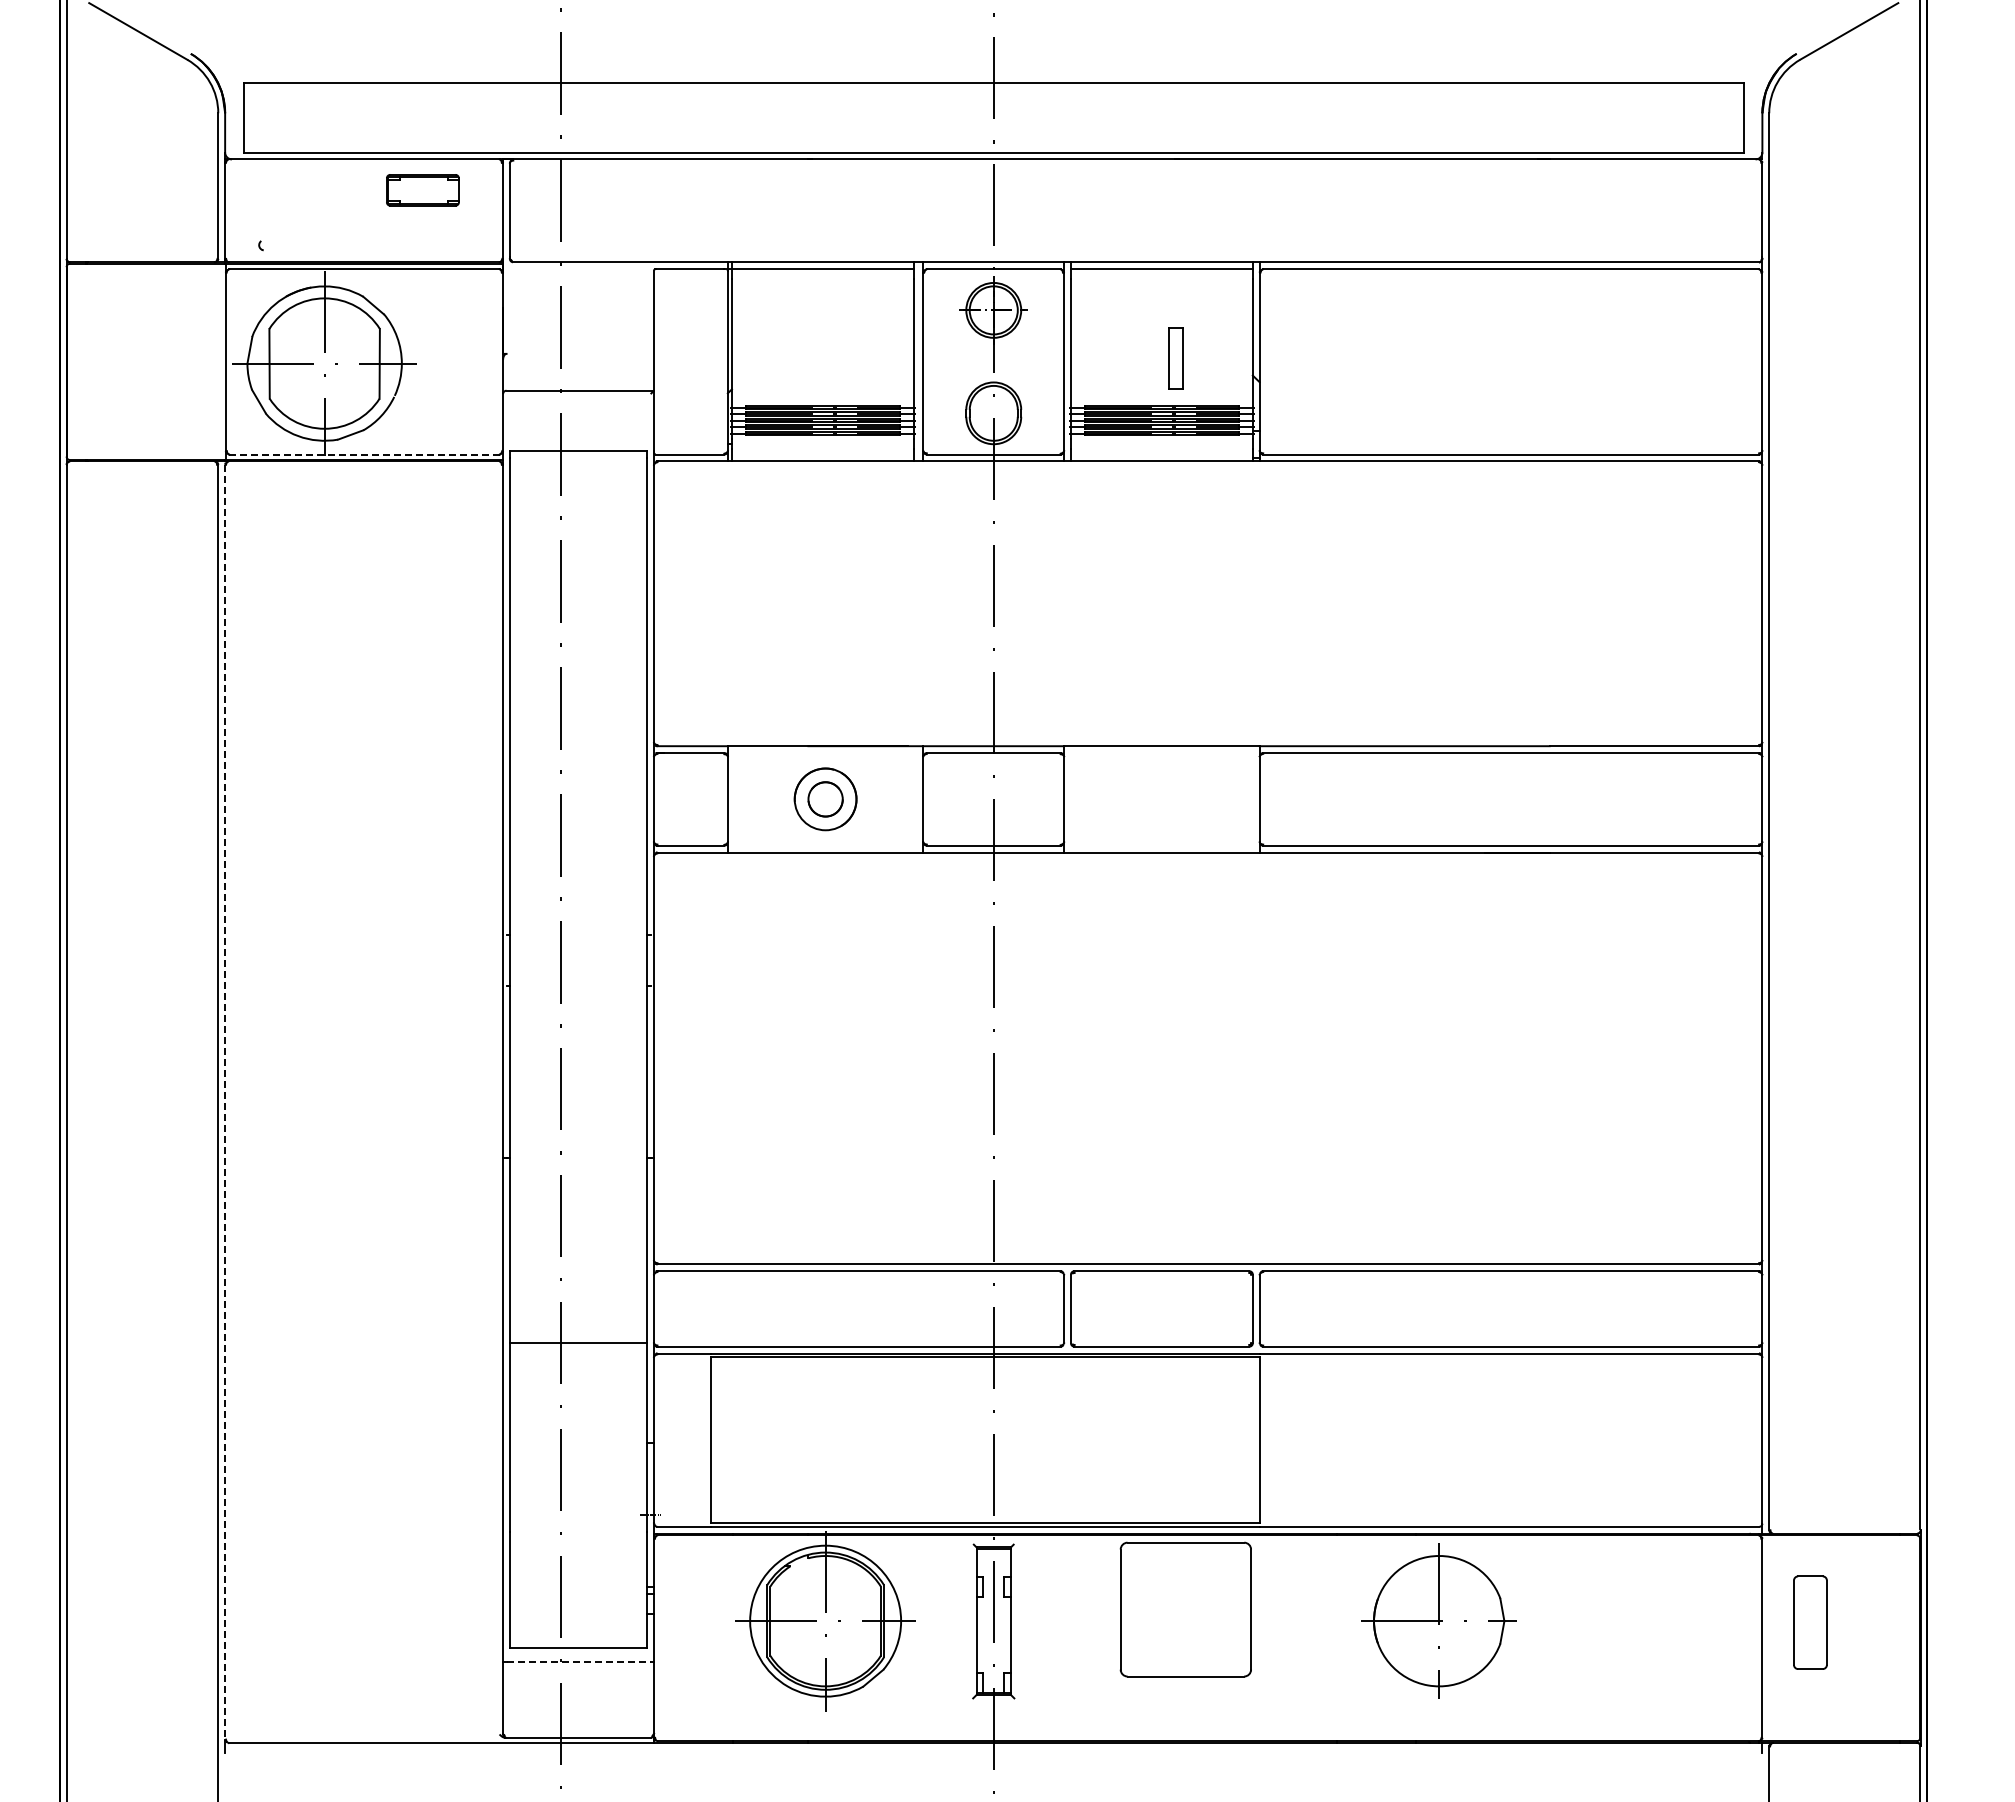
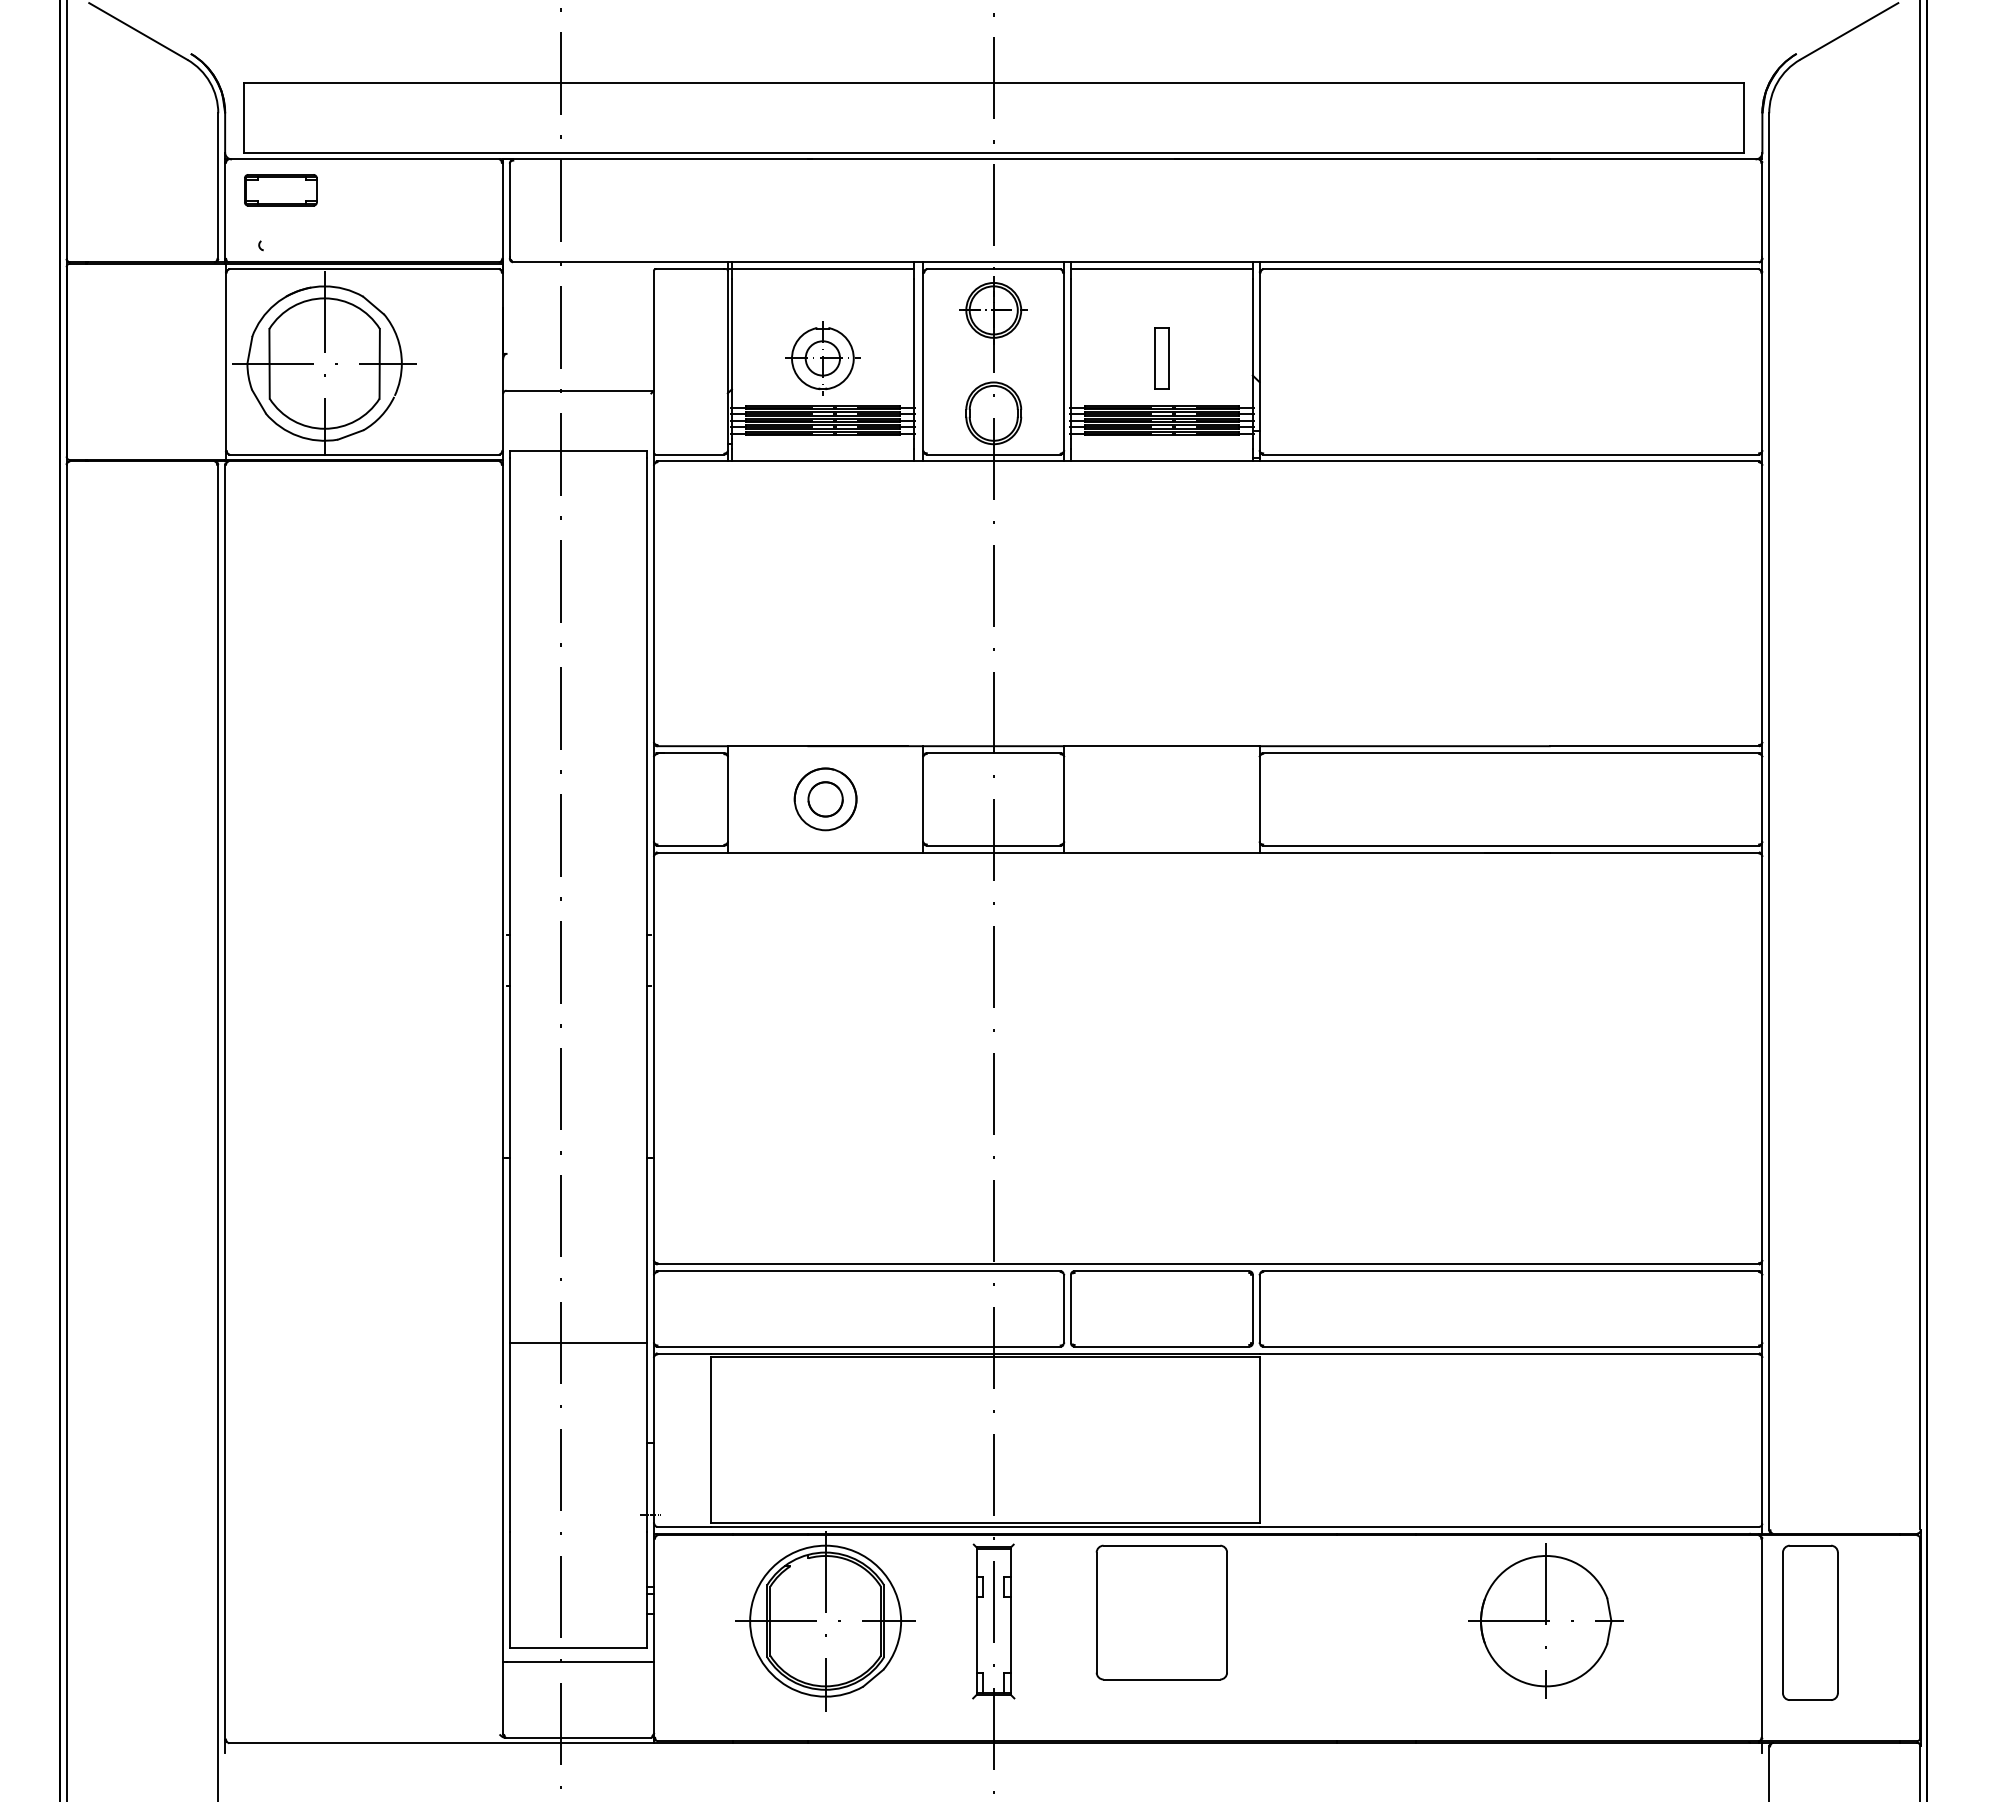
part at (422, 190) position: (422, 190) -> (280, 190)
part at (822, 358): none -> present
part at (1175, 358) position: (1175, 358) -> (1161, 358)
line at (364, 454): dashed -> solid
line at (225, 1102): dashed -> solid
part at (1185, 1609) position: (1185, 1609) -> (1161, 1612)
part at (1438, 1620) position: (1438, 1620) -> (1545, 1620)
part at (1810, 1622) size: 35x95 px -> 57x157 px
line at (579, 1662): dashed -> solid
